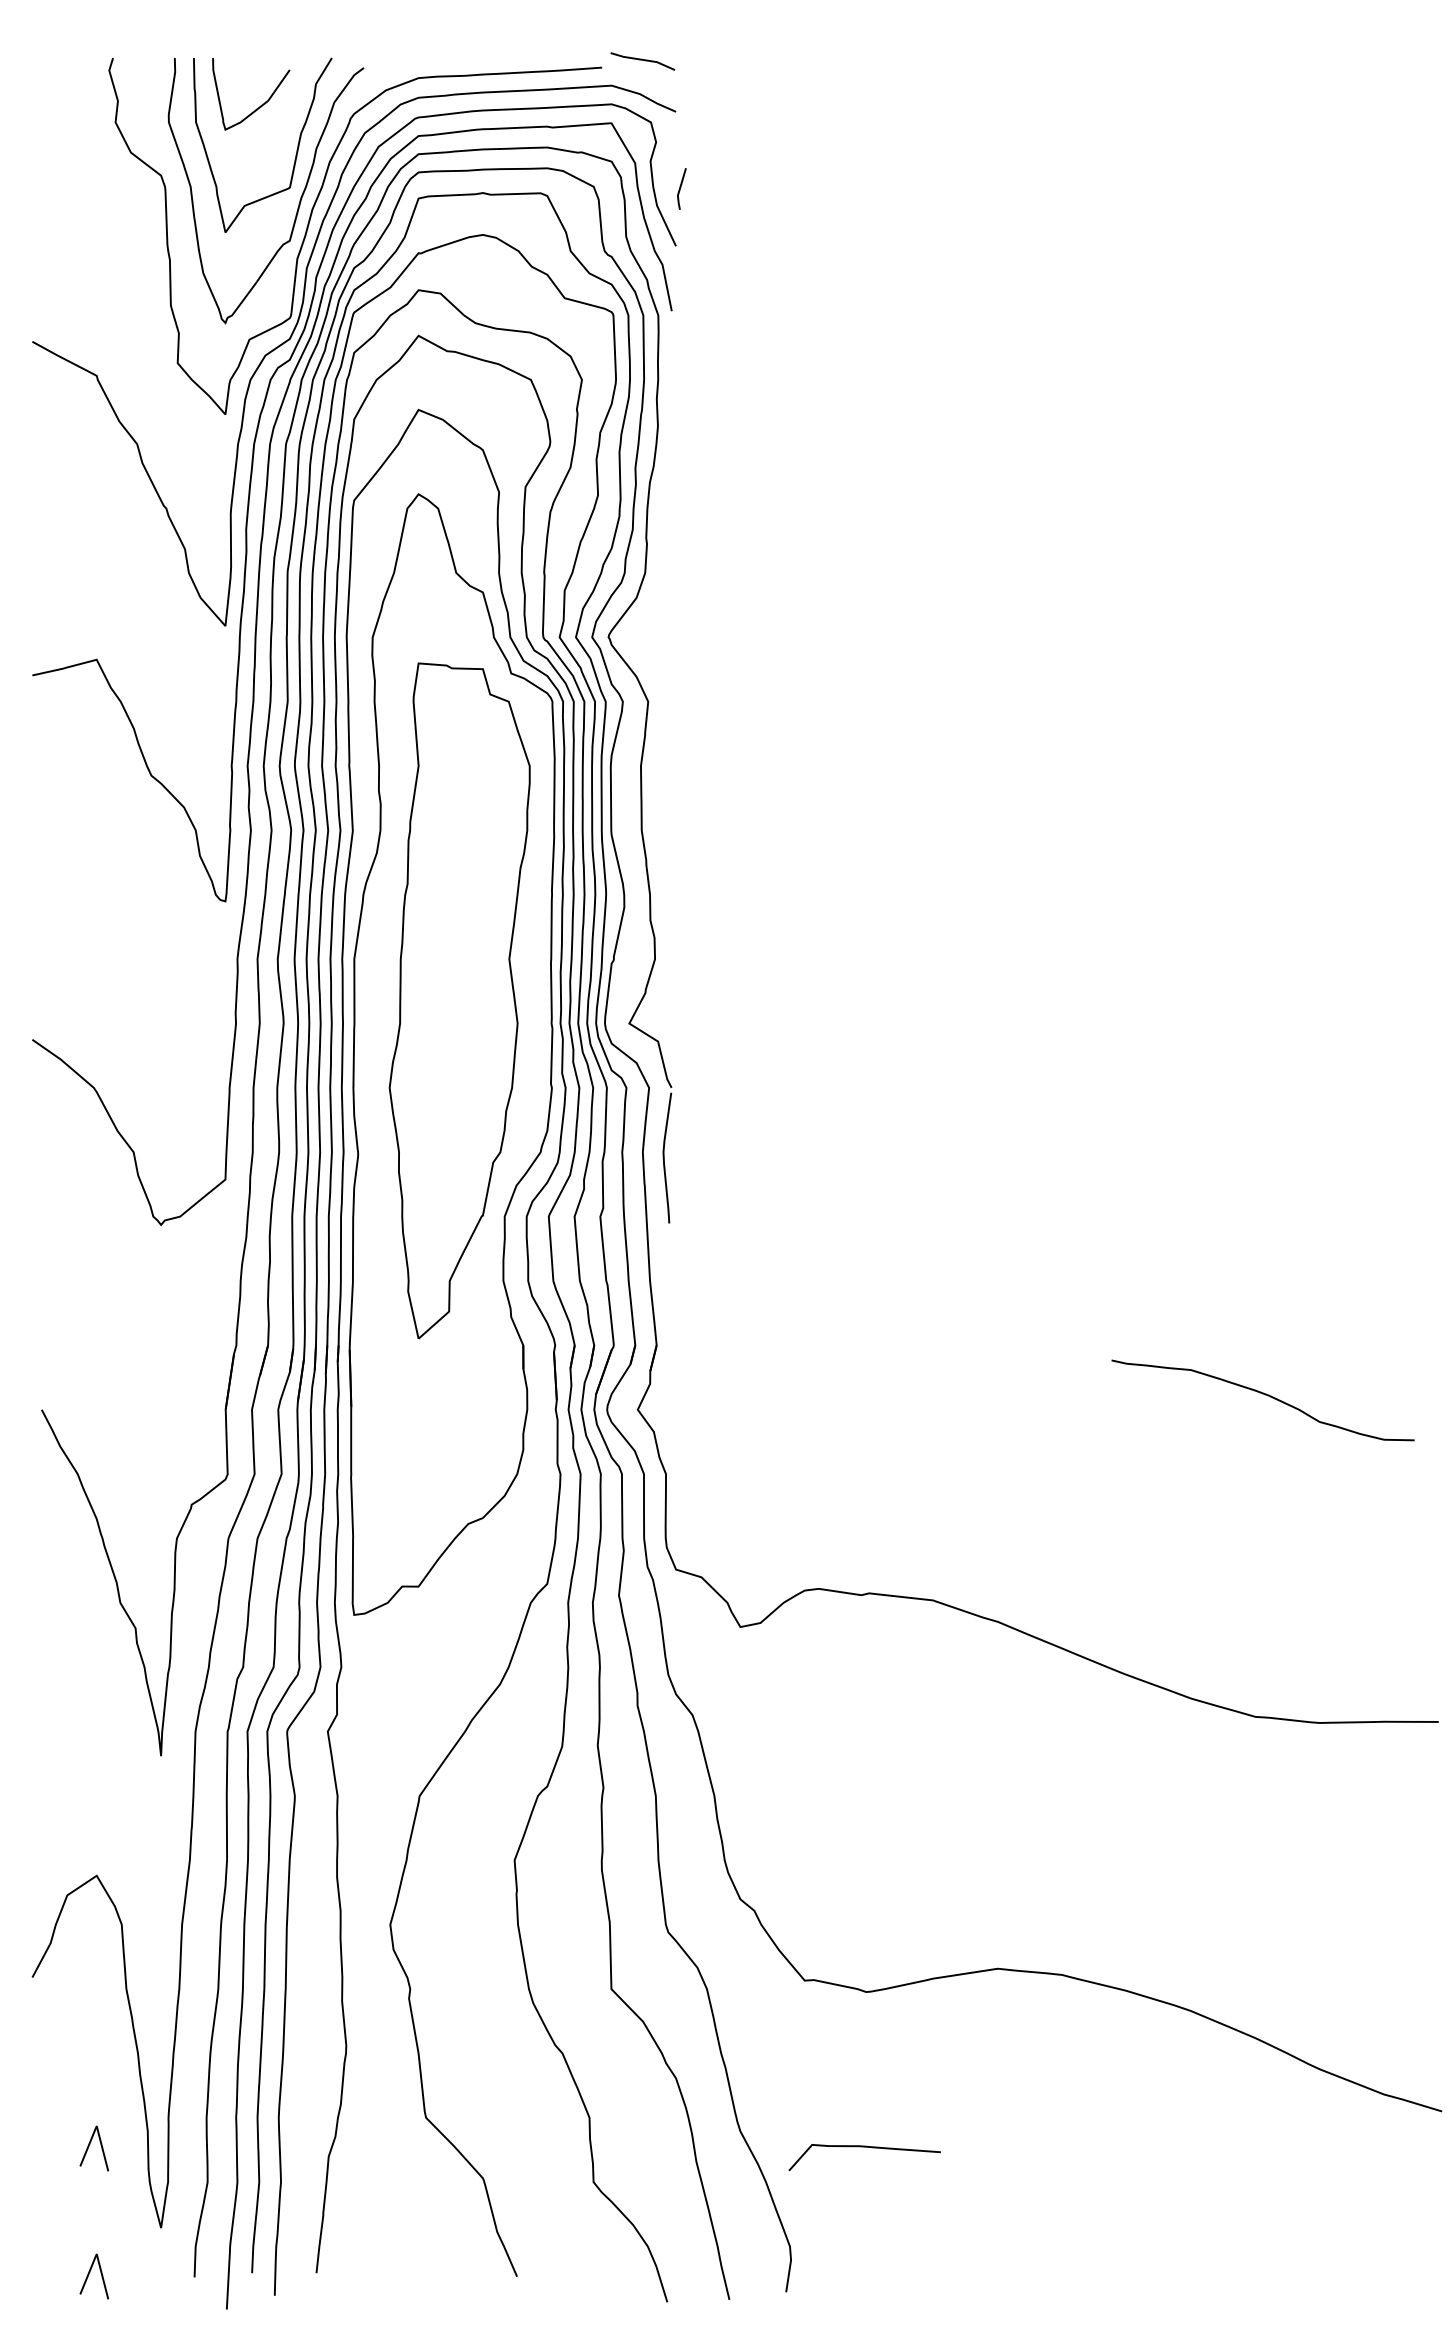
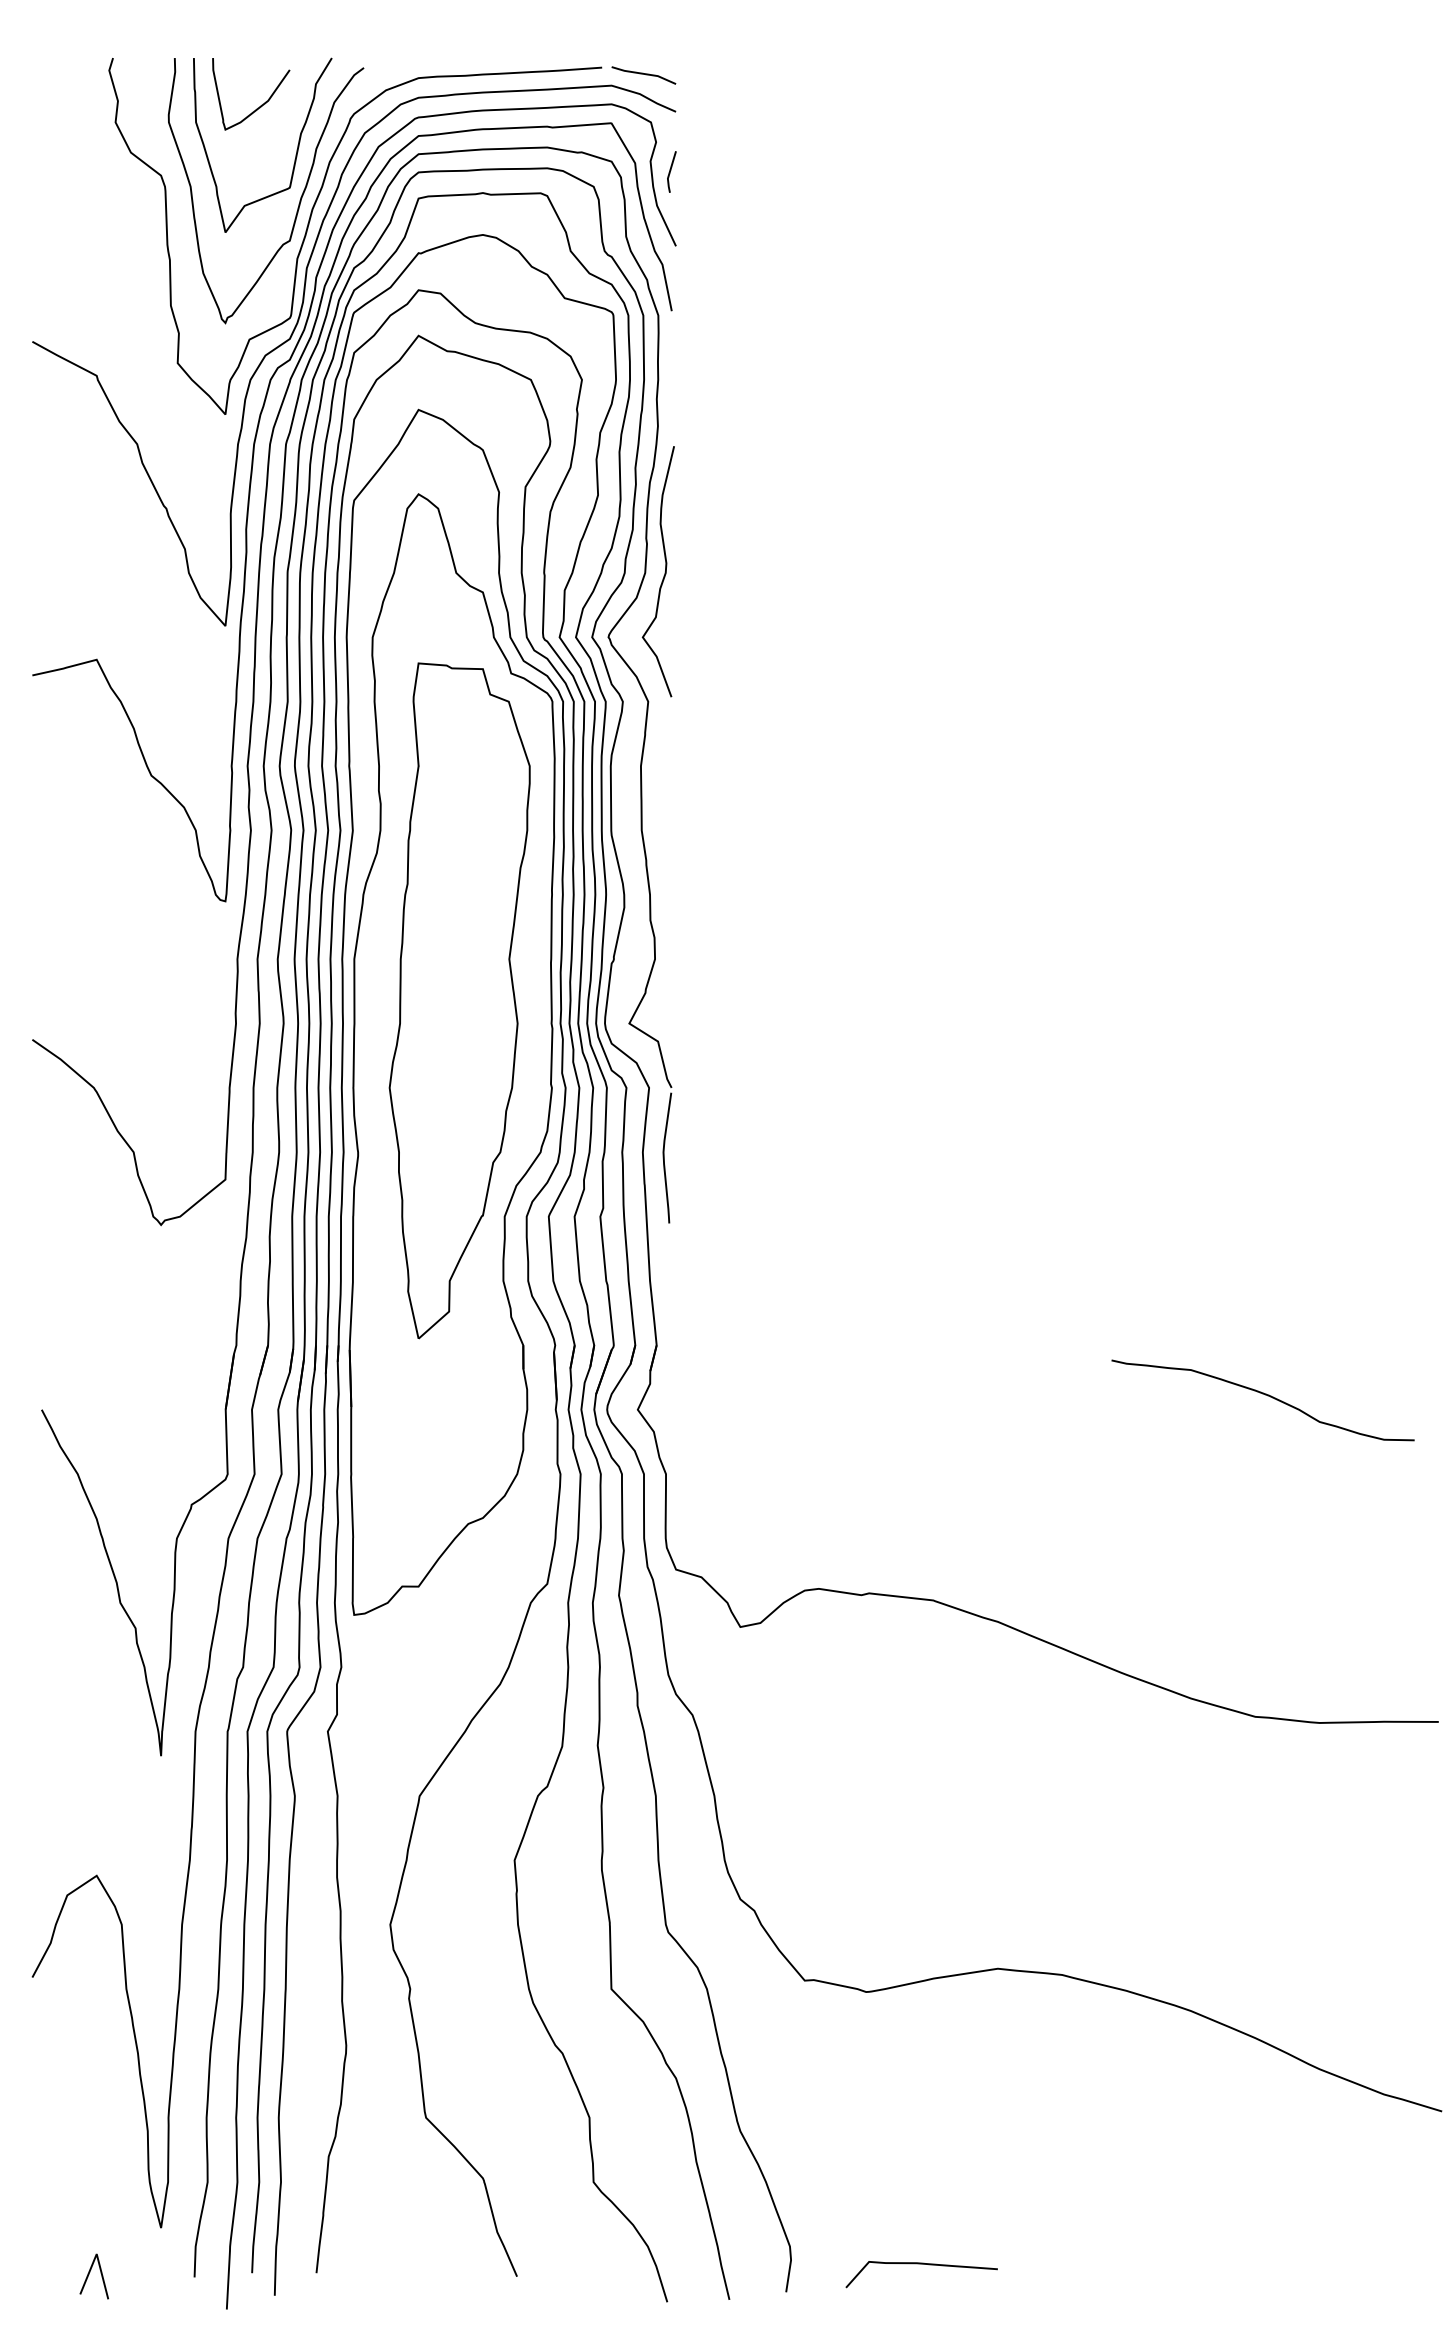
line at (642, 60) position: (642, 60) -> (643, 74)
line at (681, 187) position: (681, 187) -> (671, 170)
curve at (664, 572): none -> present
line at (89, 2146): present -> none
curve at (864, 2147) position: (864, 2147) -> (921, 2264)
